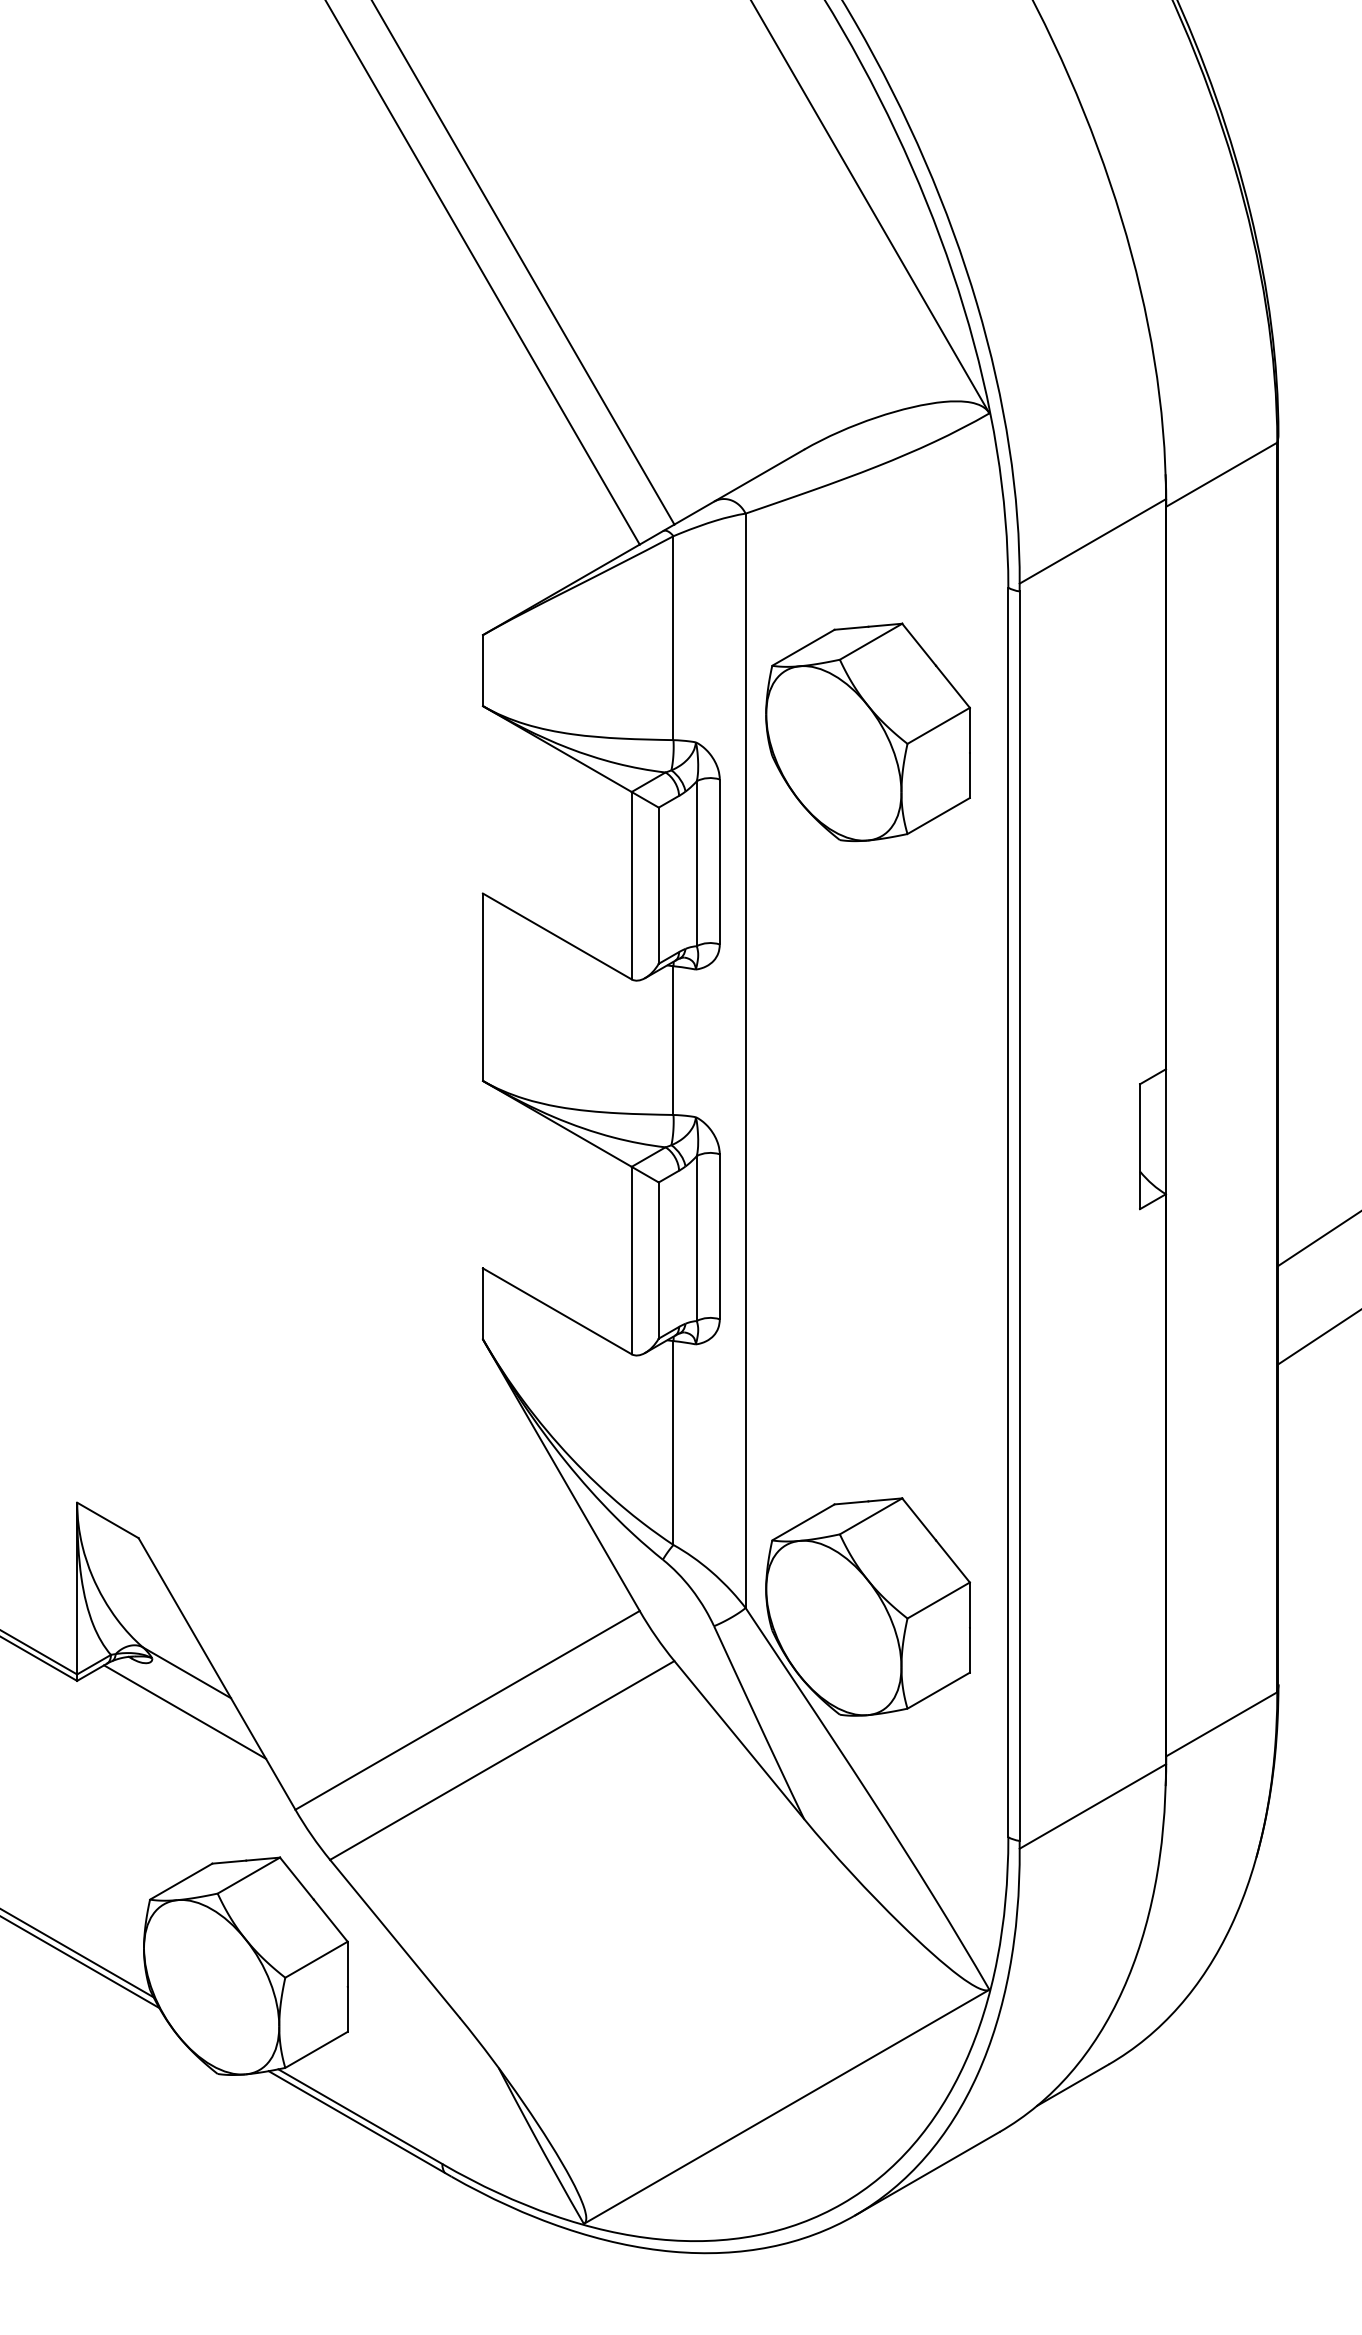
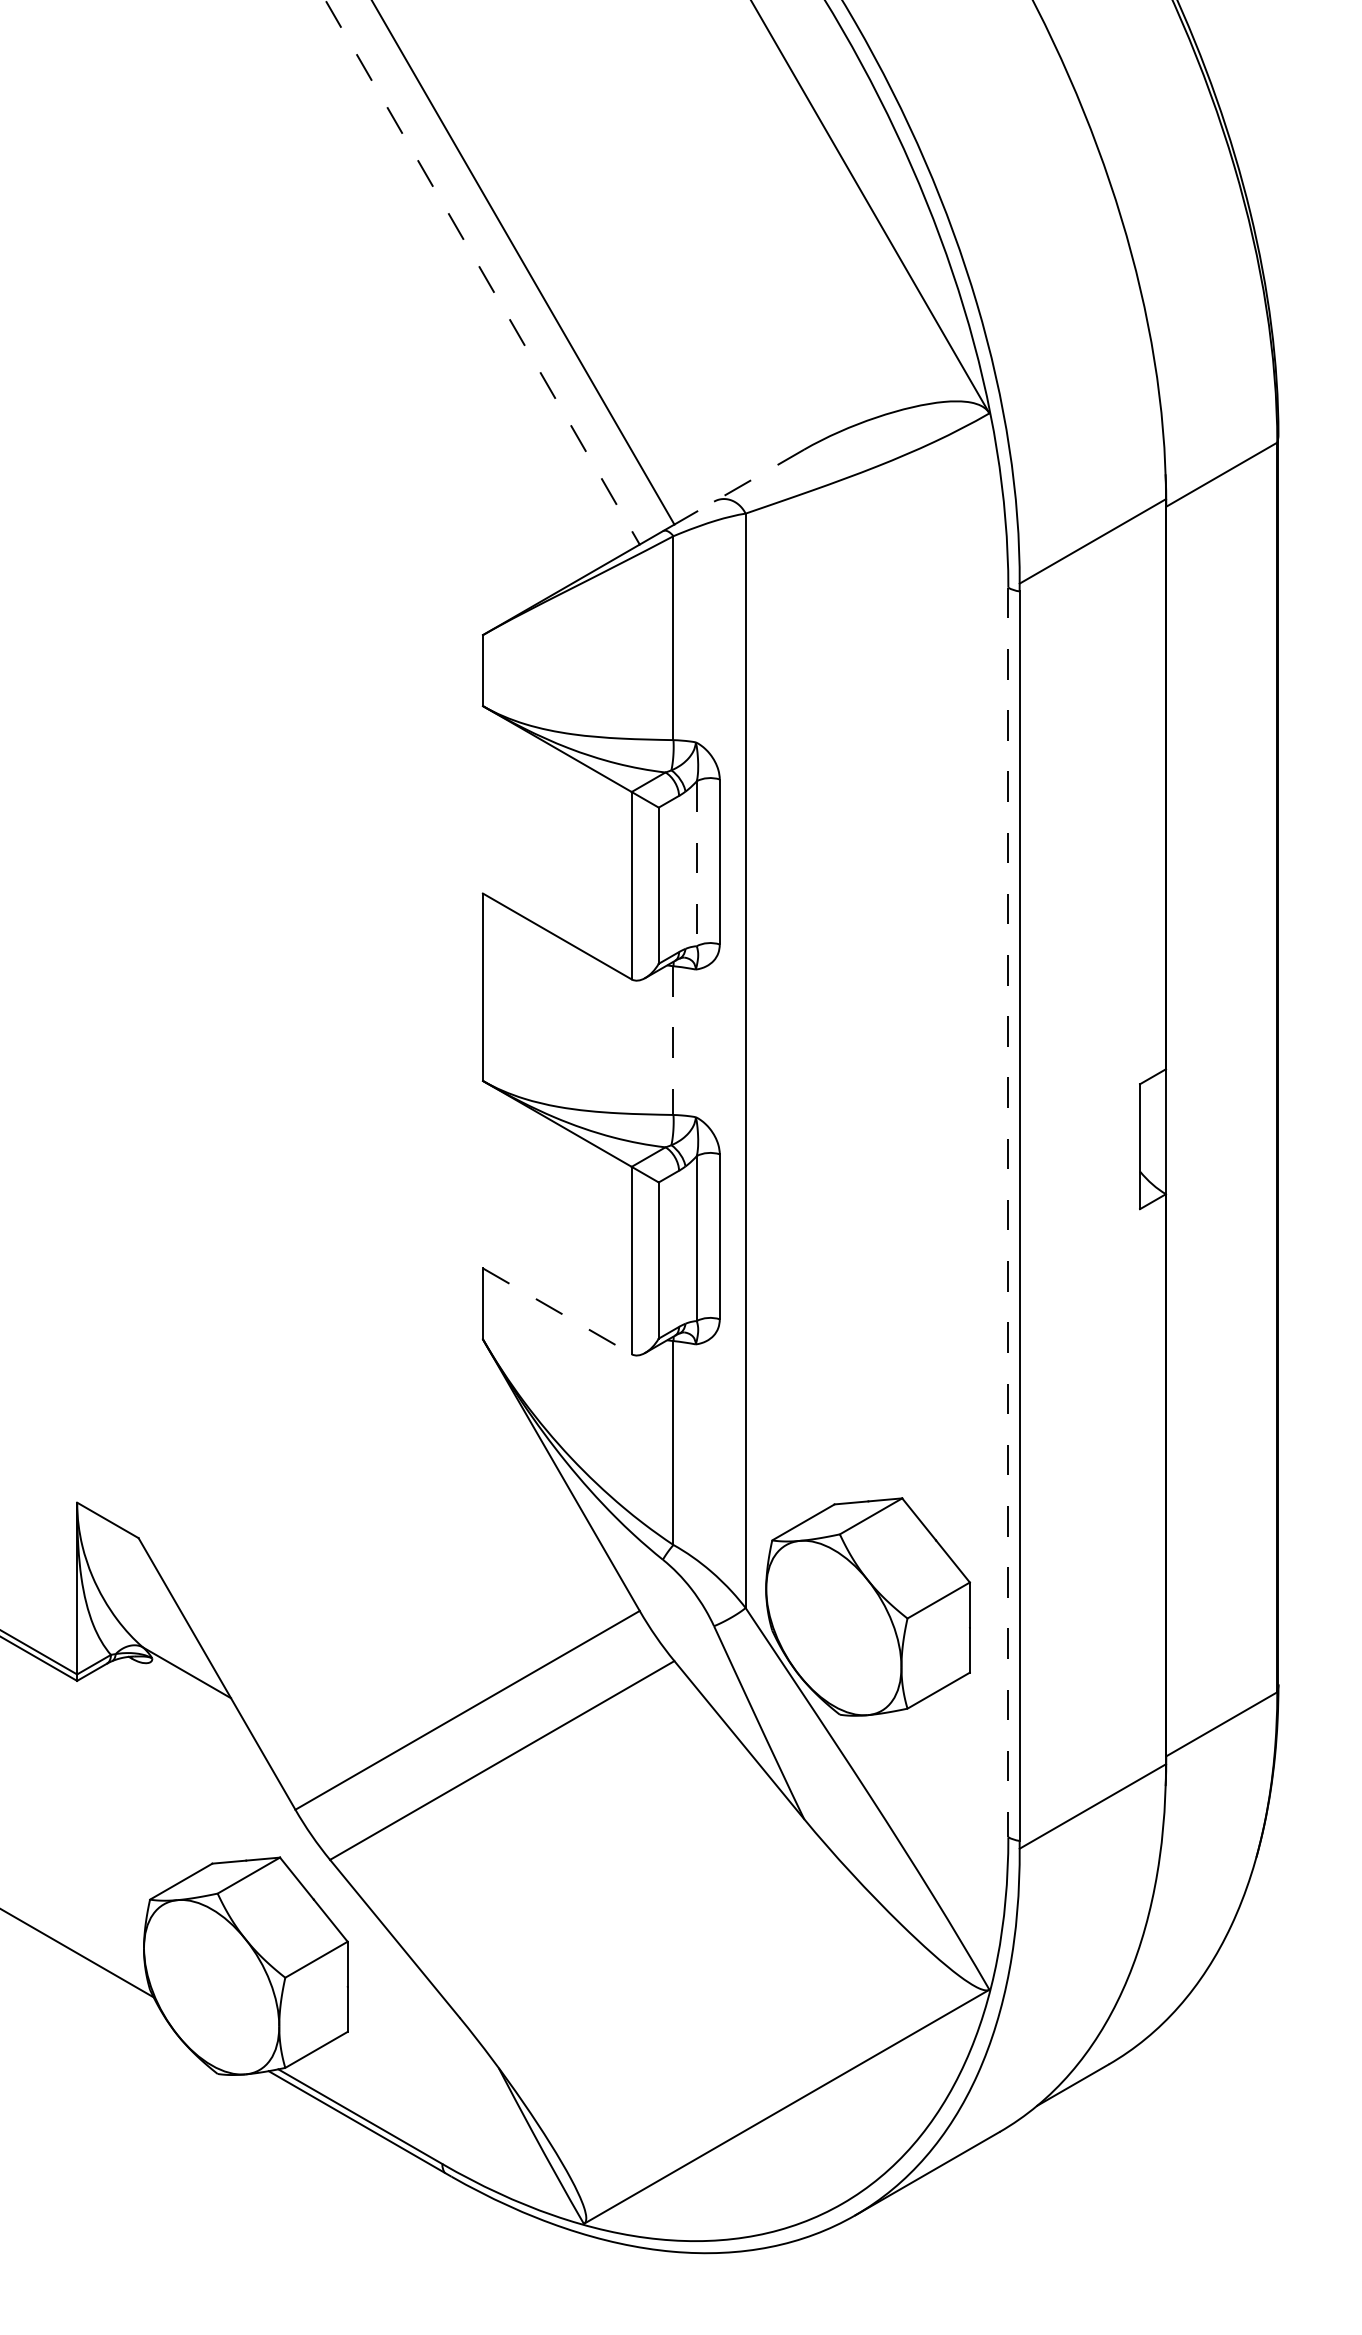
line at (482, 272): solid -> dashed
line at (739, 487): solid -> dashed
part at (867, 732): present -> none
line at (696, 864): solid -> dashed
line at (673, 1041): solid -> dashed
line at (1008, 1212): solid -> dashed
line at (1318, 1238): present -> none
line at (557, 1311): solid -> dashed
line at (1318, 1337): present -> none
line at (185, 1711): present -> none
line at (80, 1962): present -> none
